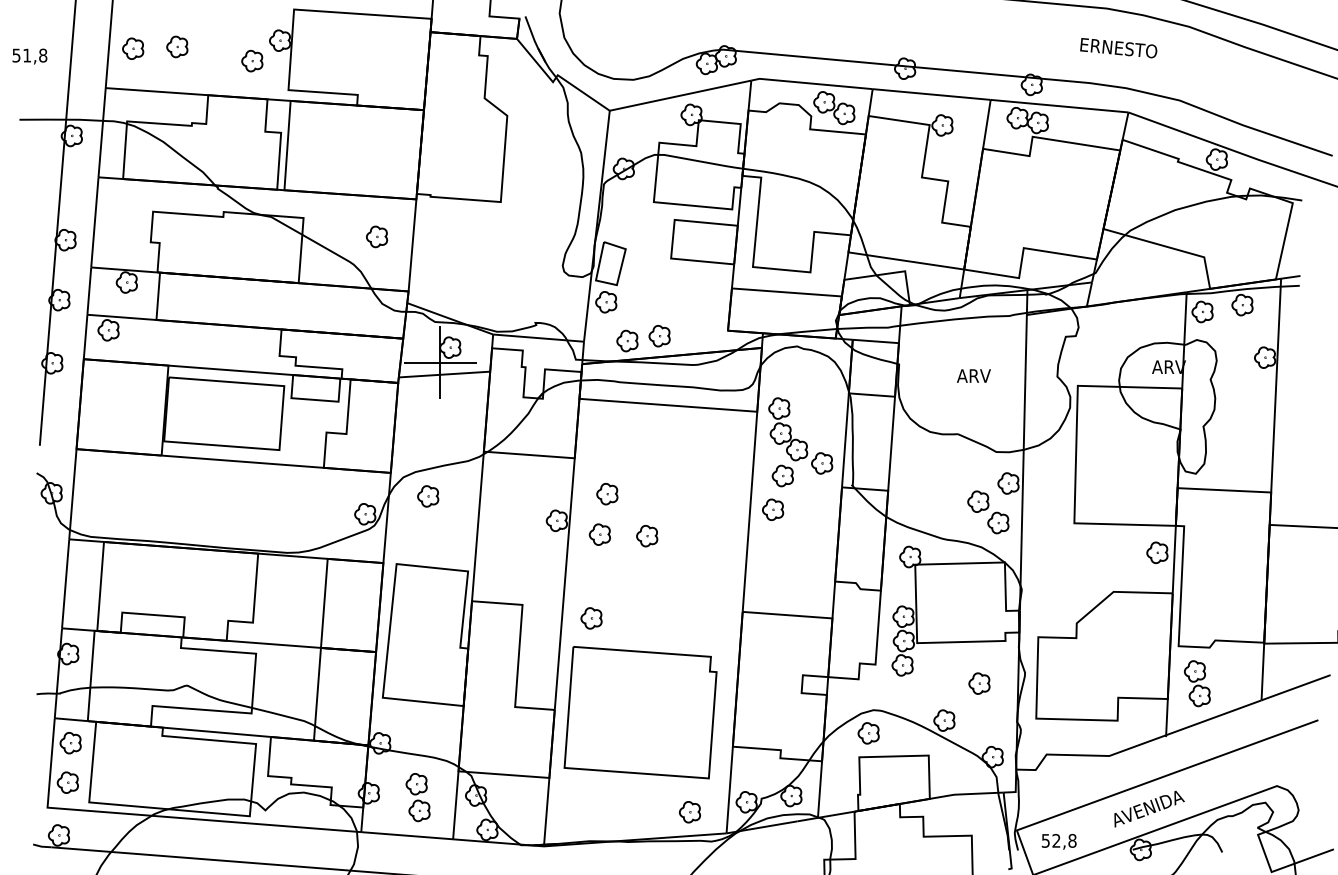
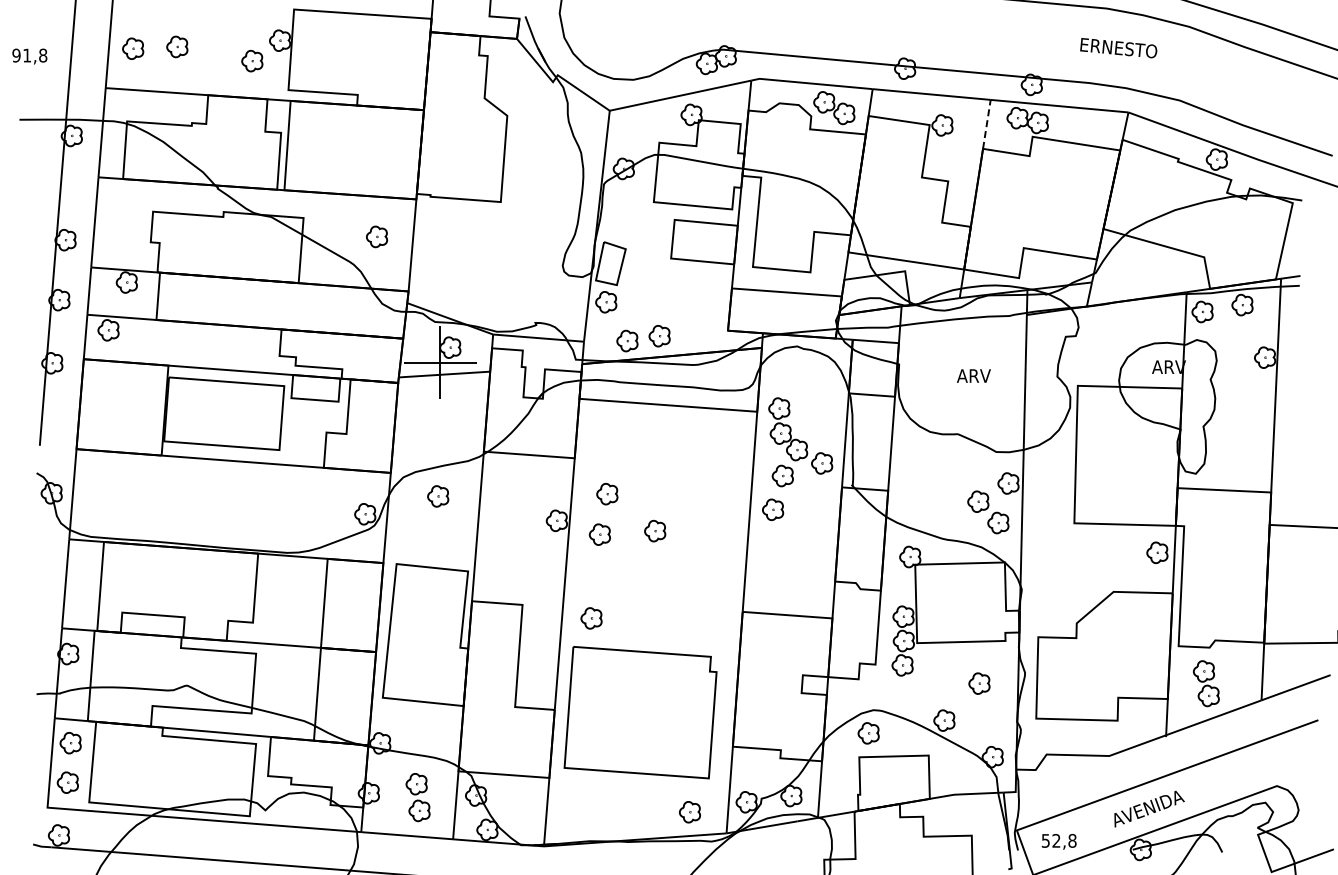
text at (16, 55): 51,8 -> 91,8
line at (986, 124): solid -> dashed
part at (428, 496) position: (428, 496) -> (438, 496)
part at (647, 536) position: (647, 536) -> (655, 531)
part at (1196, 683) position: (1196, 683) -> (1205, 683)
